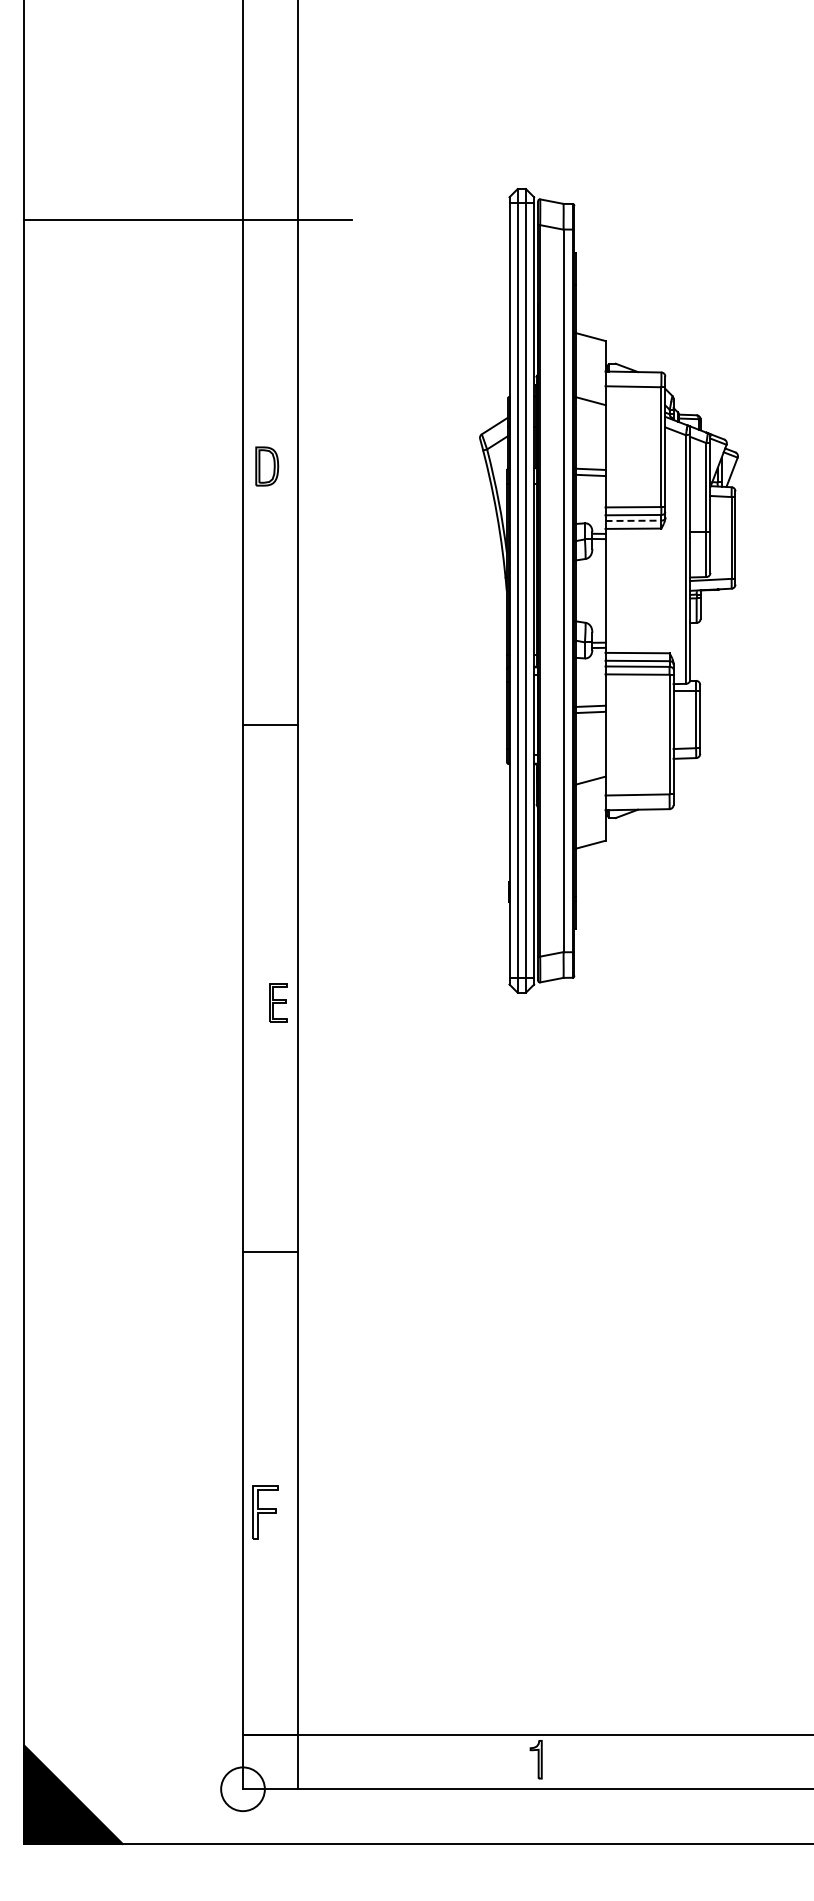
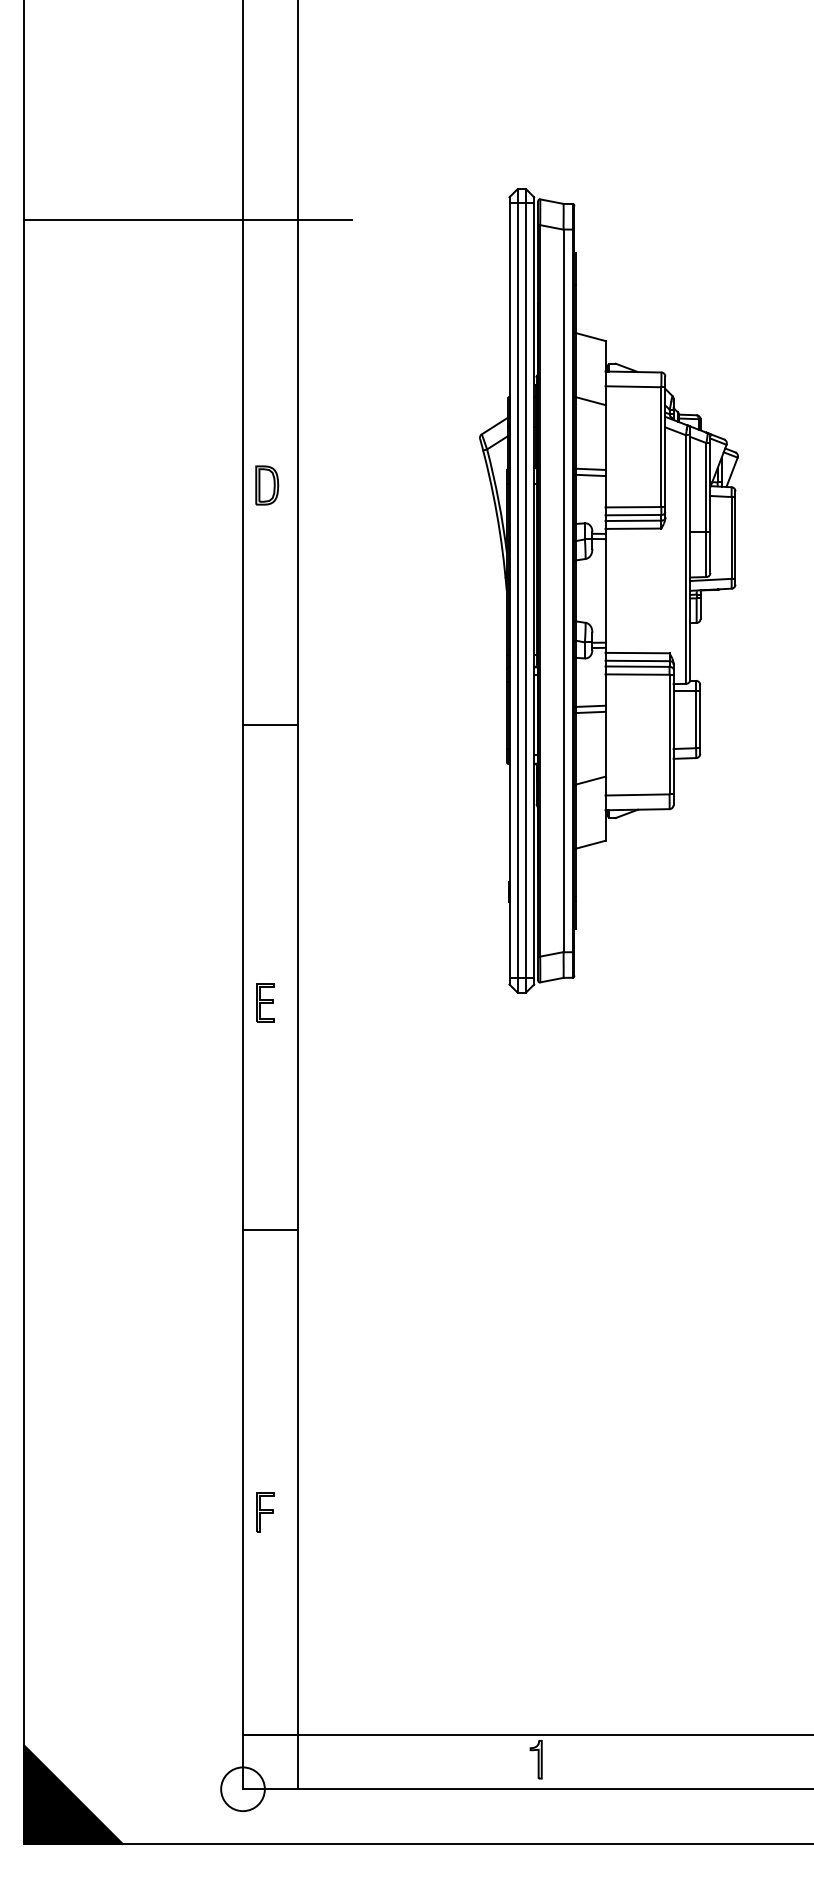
part at (267, 466) position: (267, 466) -> (267, 485)
line at (633, 520): dashed -> solid
part at (278, 1002) position: (278, 1002) -> (265, 1002)
line at (270, 1251) position: (270, 1251) -> (270, 1229)
part at (265, 1512) size: 27x55 px -> 19x41 px
